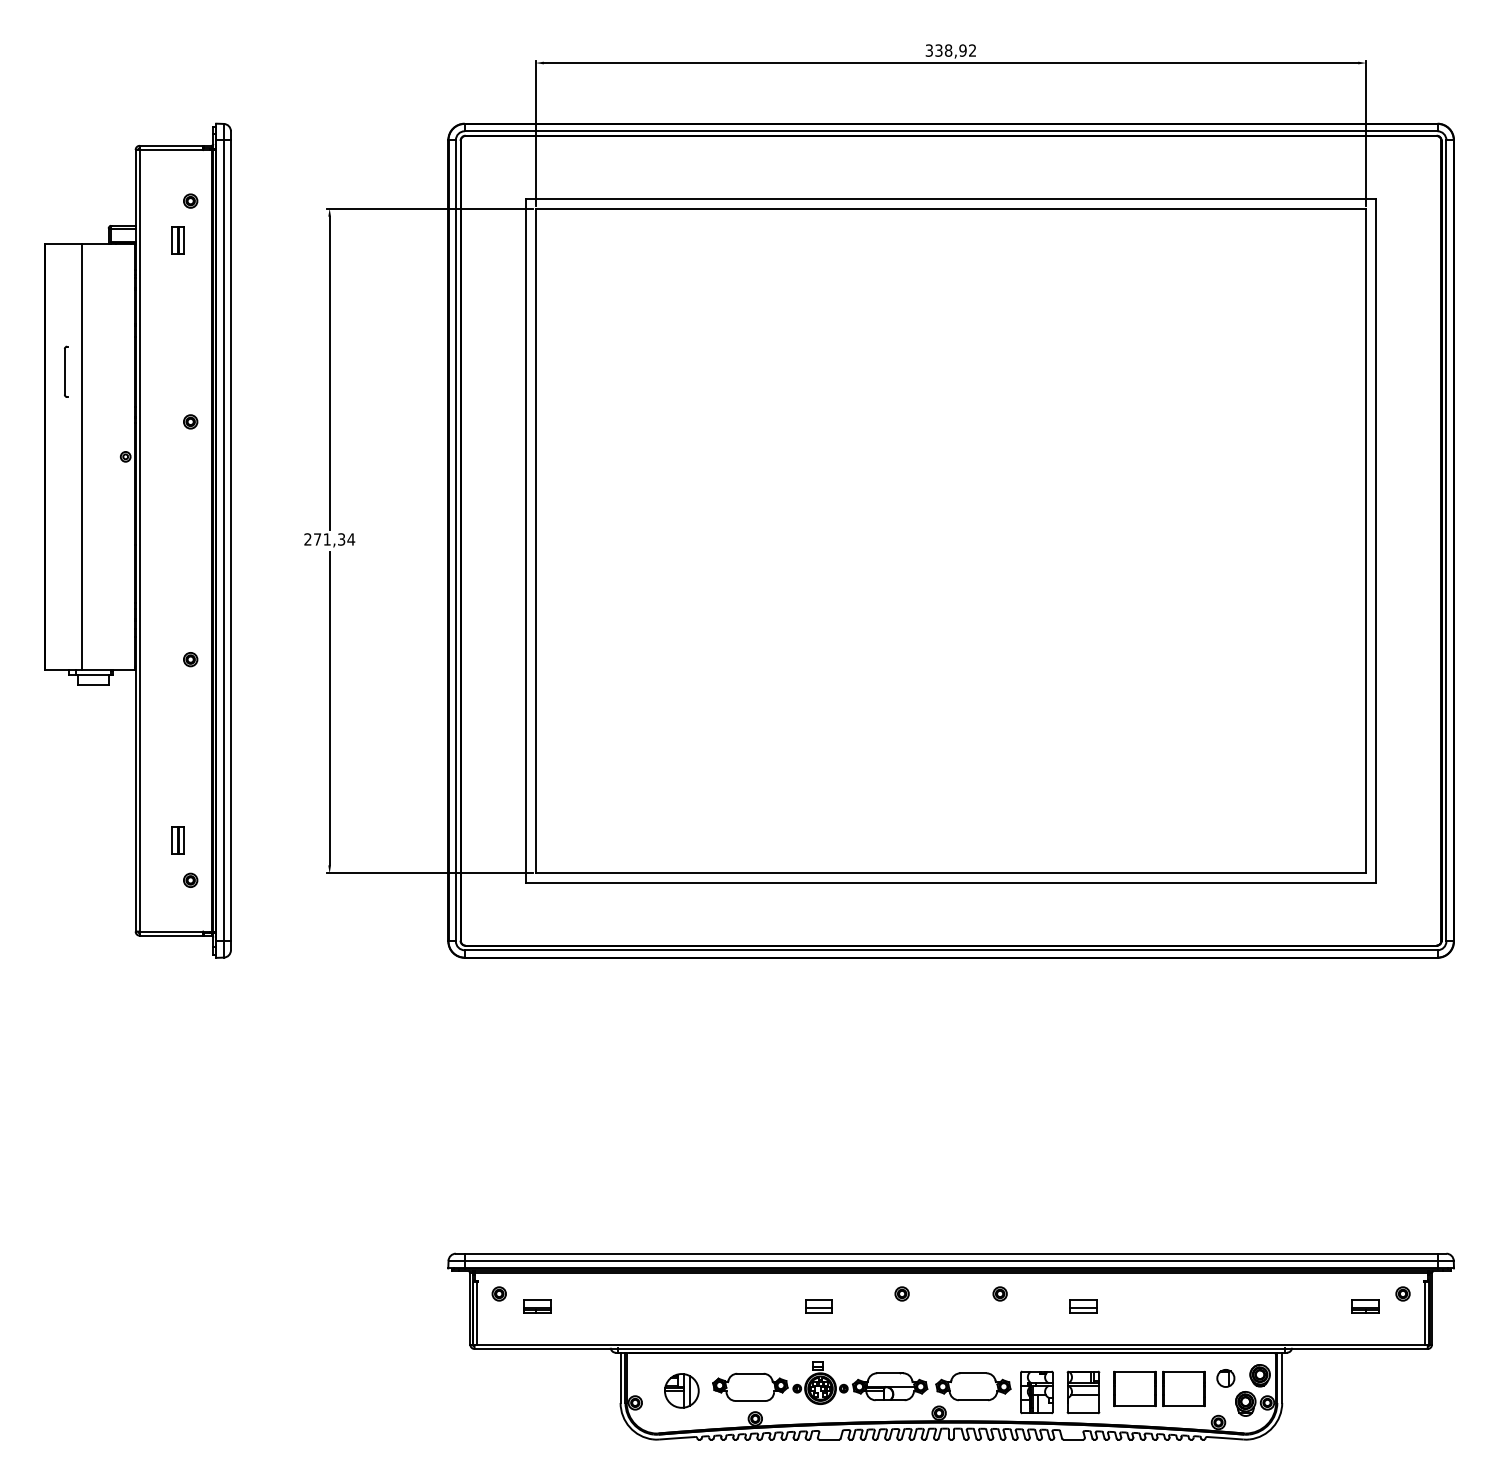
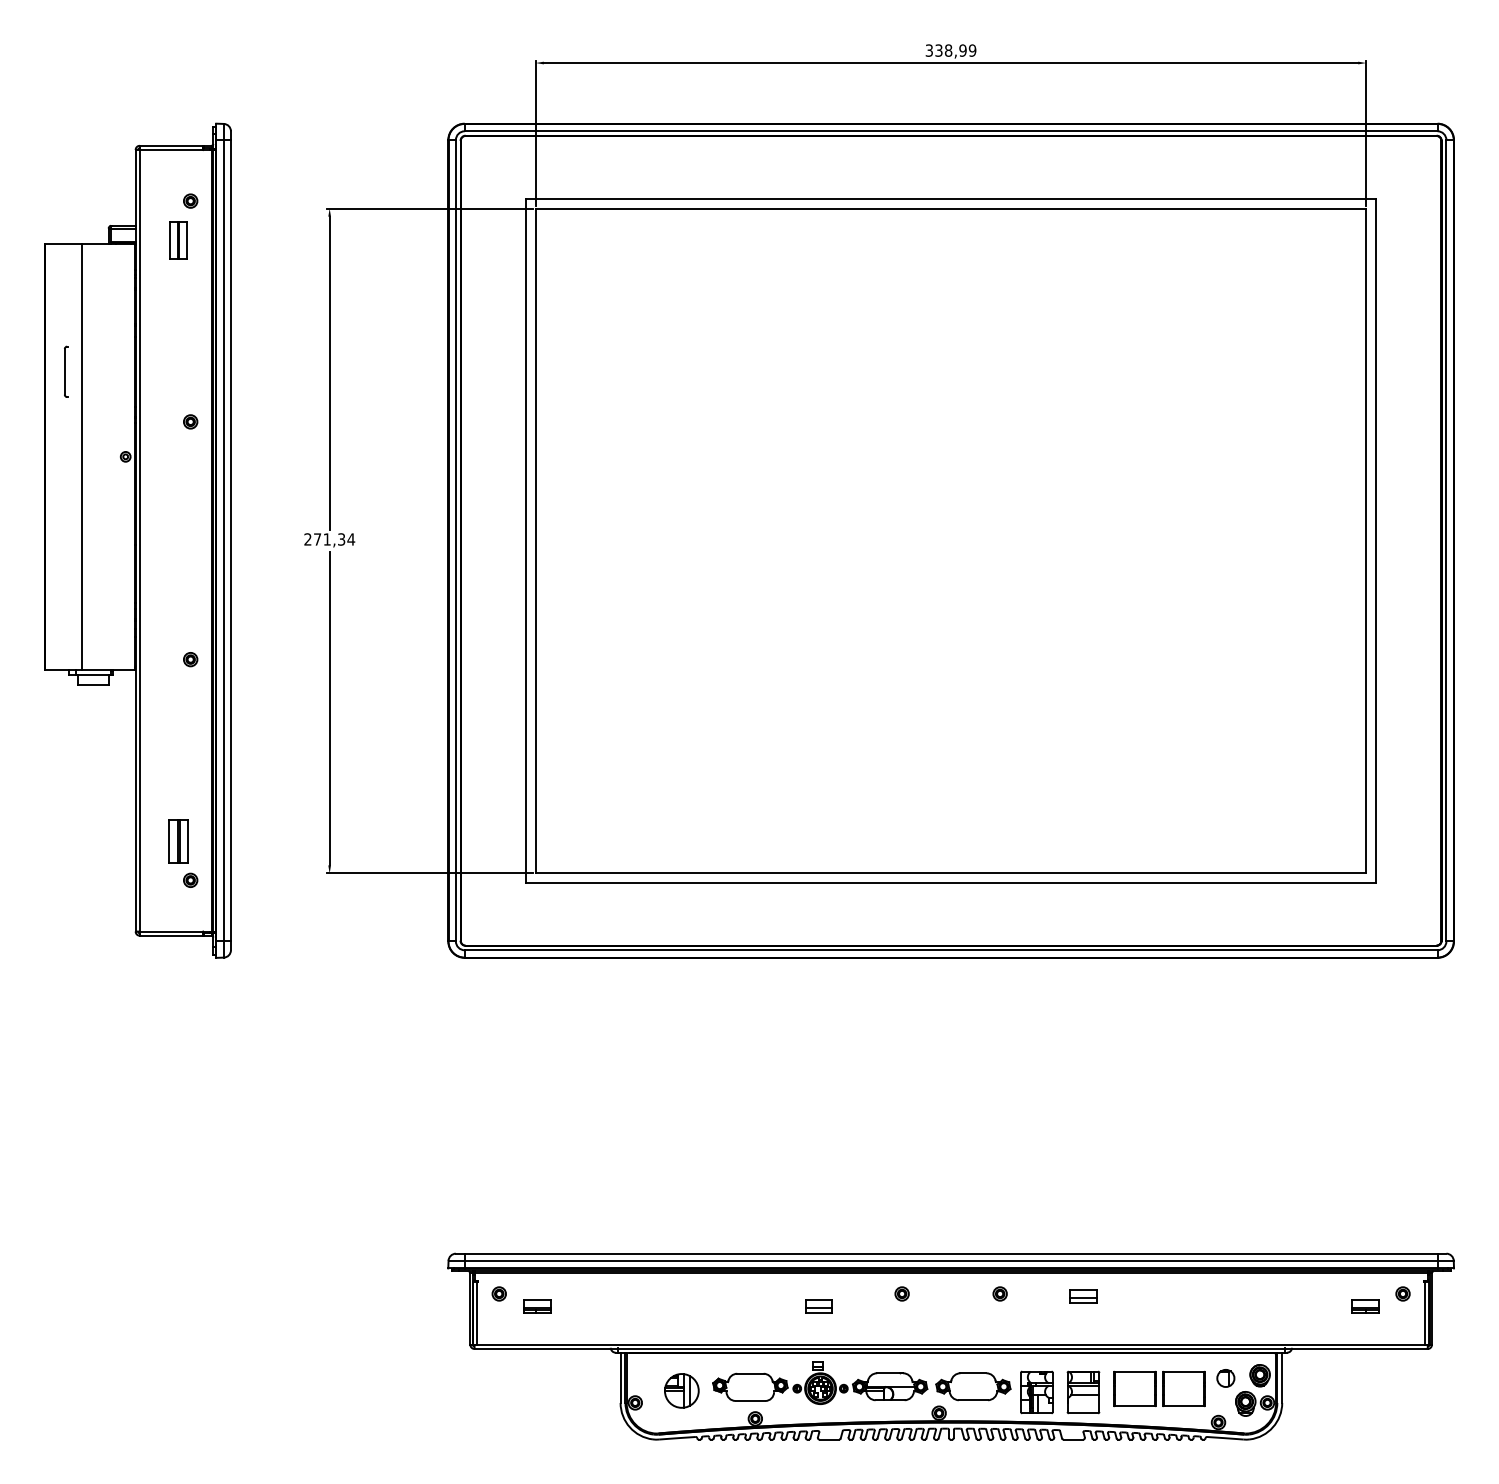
text at (972, 50): 338,92 -> 338,99
part at (177, 240) size: 14x29 px -> 19x39 px
part at (177, 840) size: 14x29 px -> 21x45 px
part at (1083, 1306) position: (1083, 1306) -> (1083, 1296)
